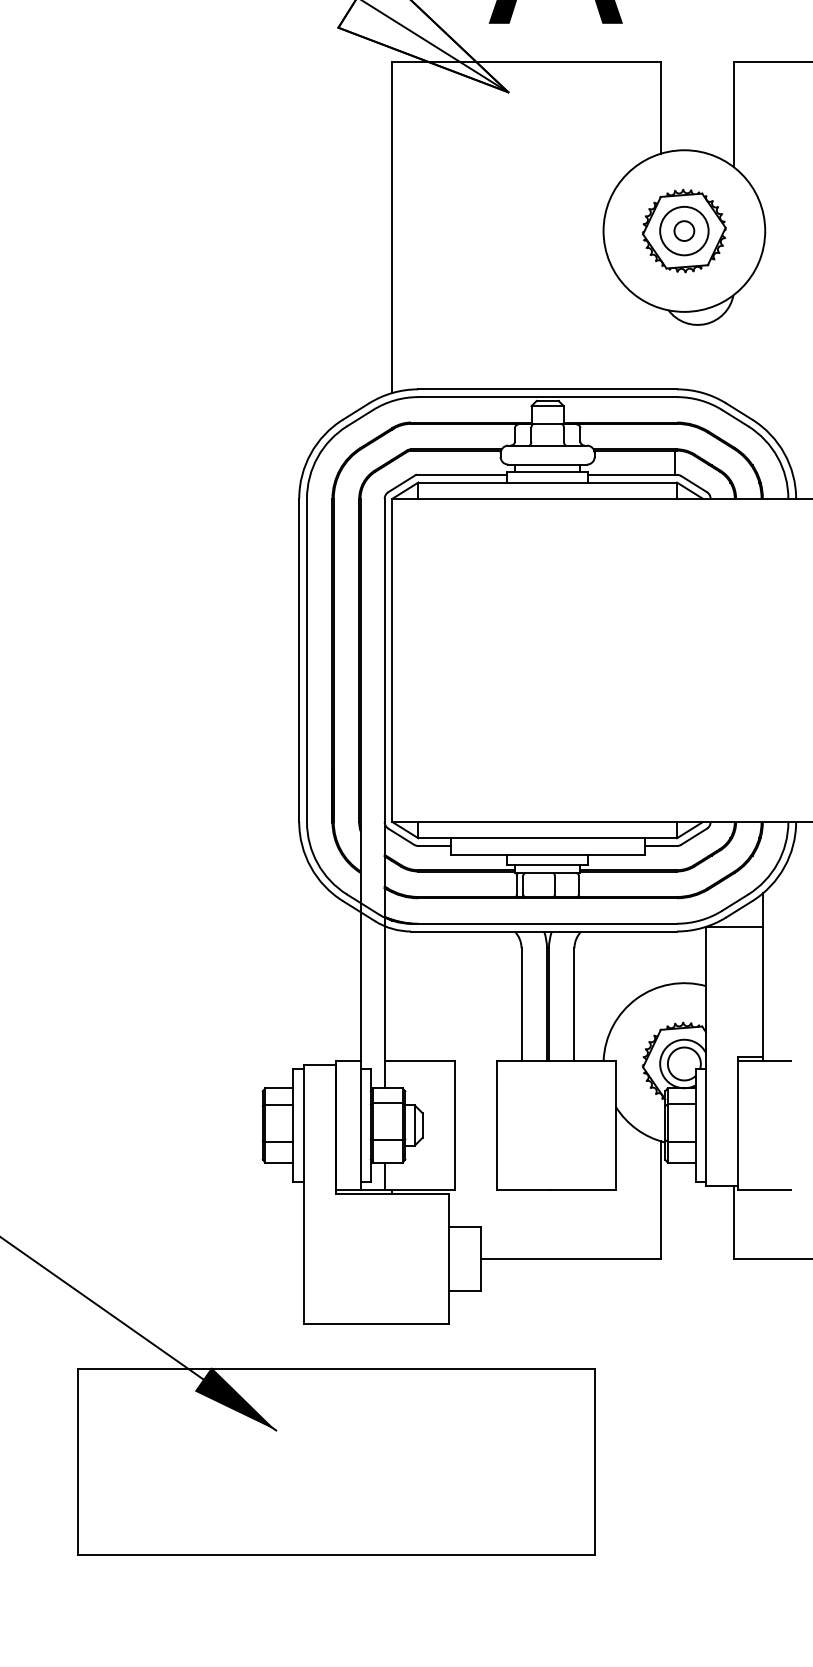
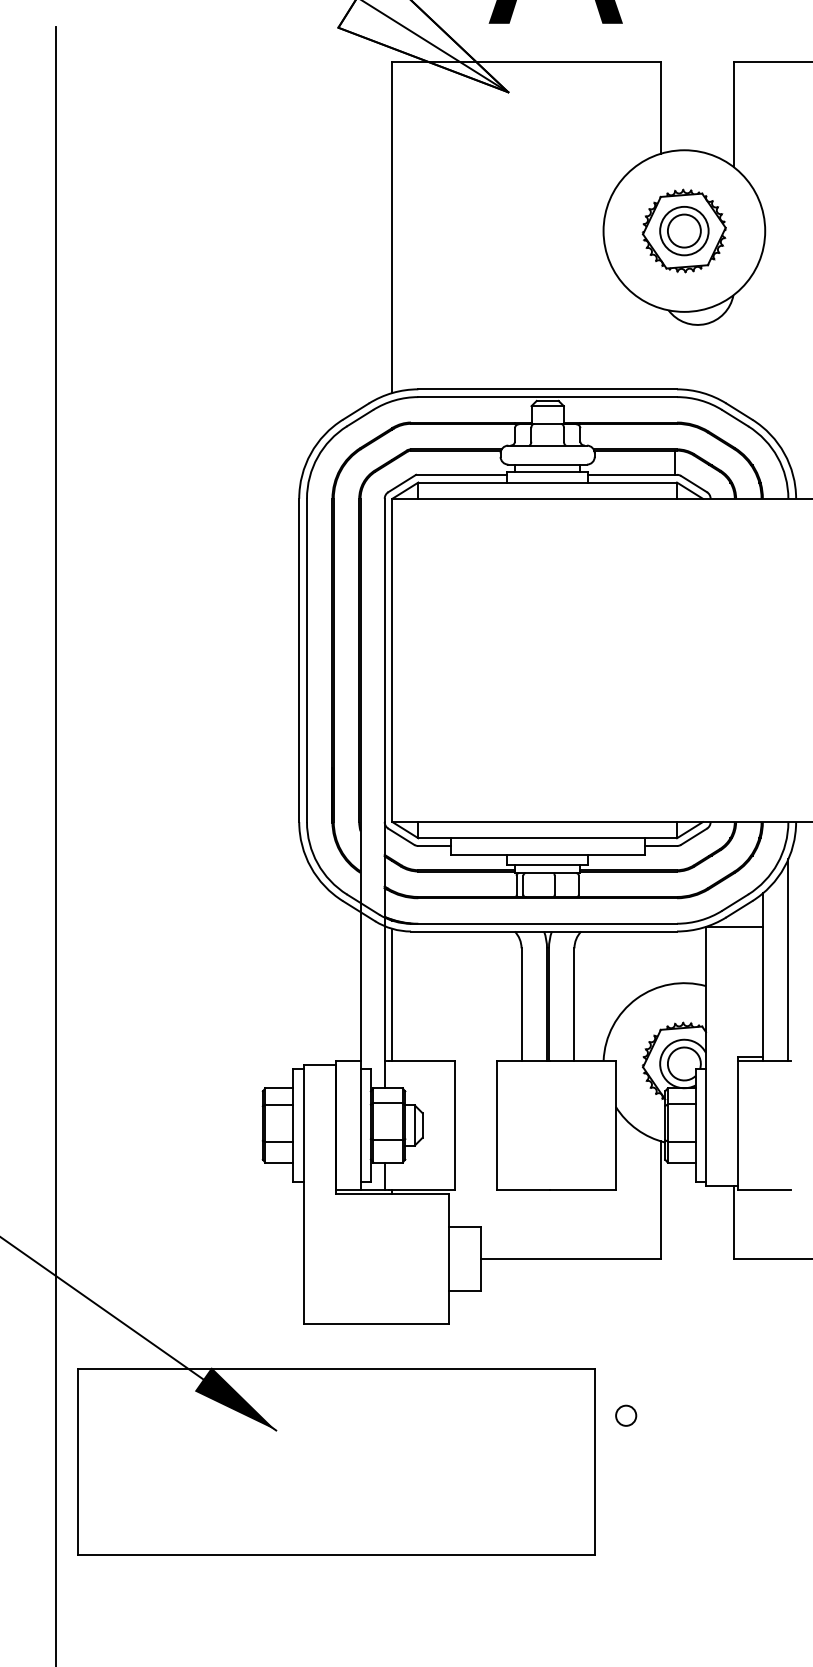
circle at (684, 230) diameter: 20 px -> 33 px
line at (55, 844): none -> present
line at (788, 959): none -> present
line at (392, 994): none -> present
circle at (626, 1415): none -> present
